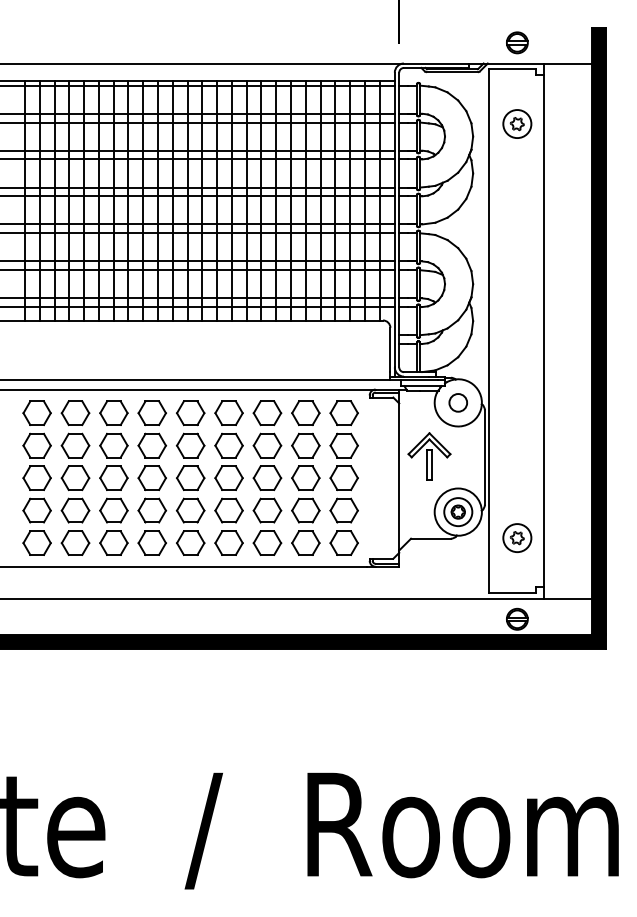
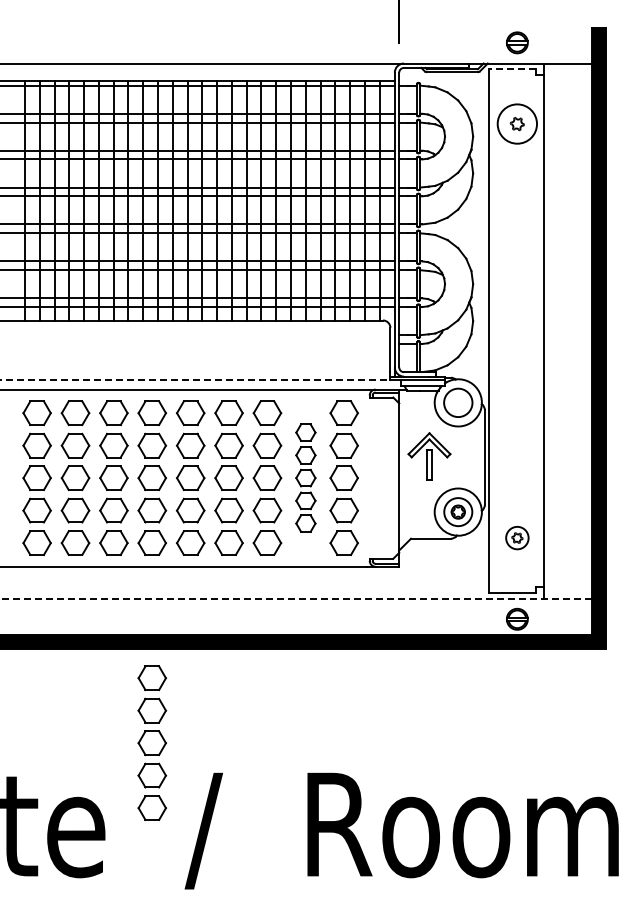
line at (512, 69): solid -> dashed
circle at (517, 124) diameter: 28 px -> 39 px
line at (195, 379): solid -> dashed
circle at (458, 402) diameter: 18 px -> 28 px
part at (305, 477) size: 30x156 px -> 22x110 px
part at (517, 537) size: 31x30 px -> 25x25 px
line at (296, 598): solid -> dashed
part at (152, 742): none -> present
